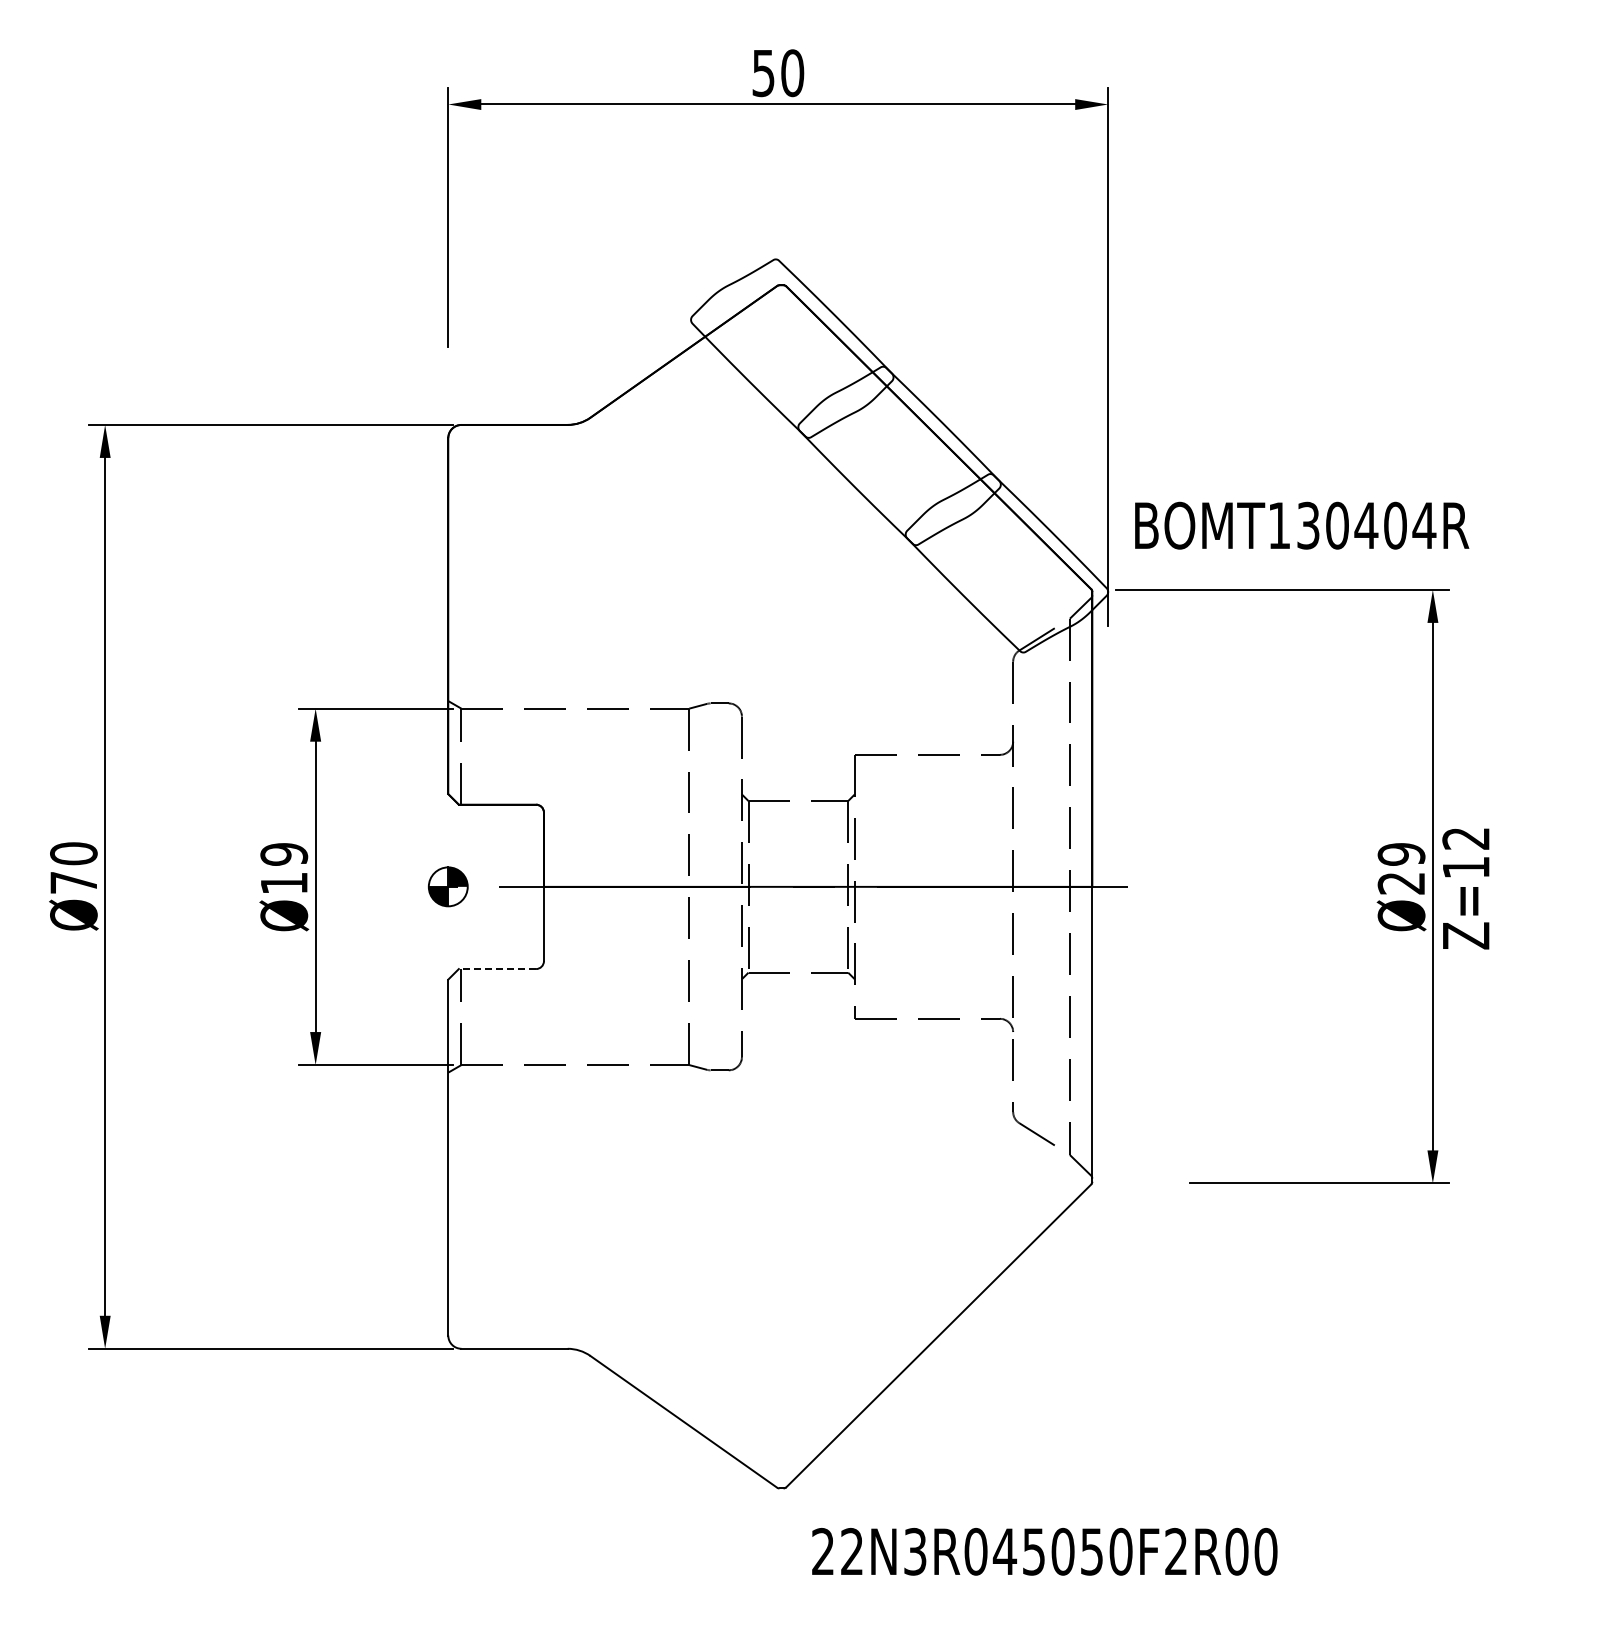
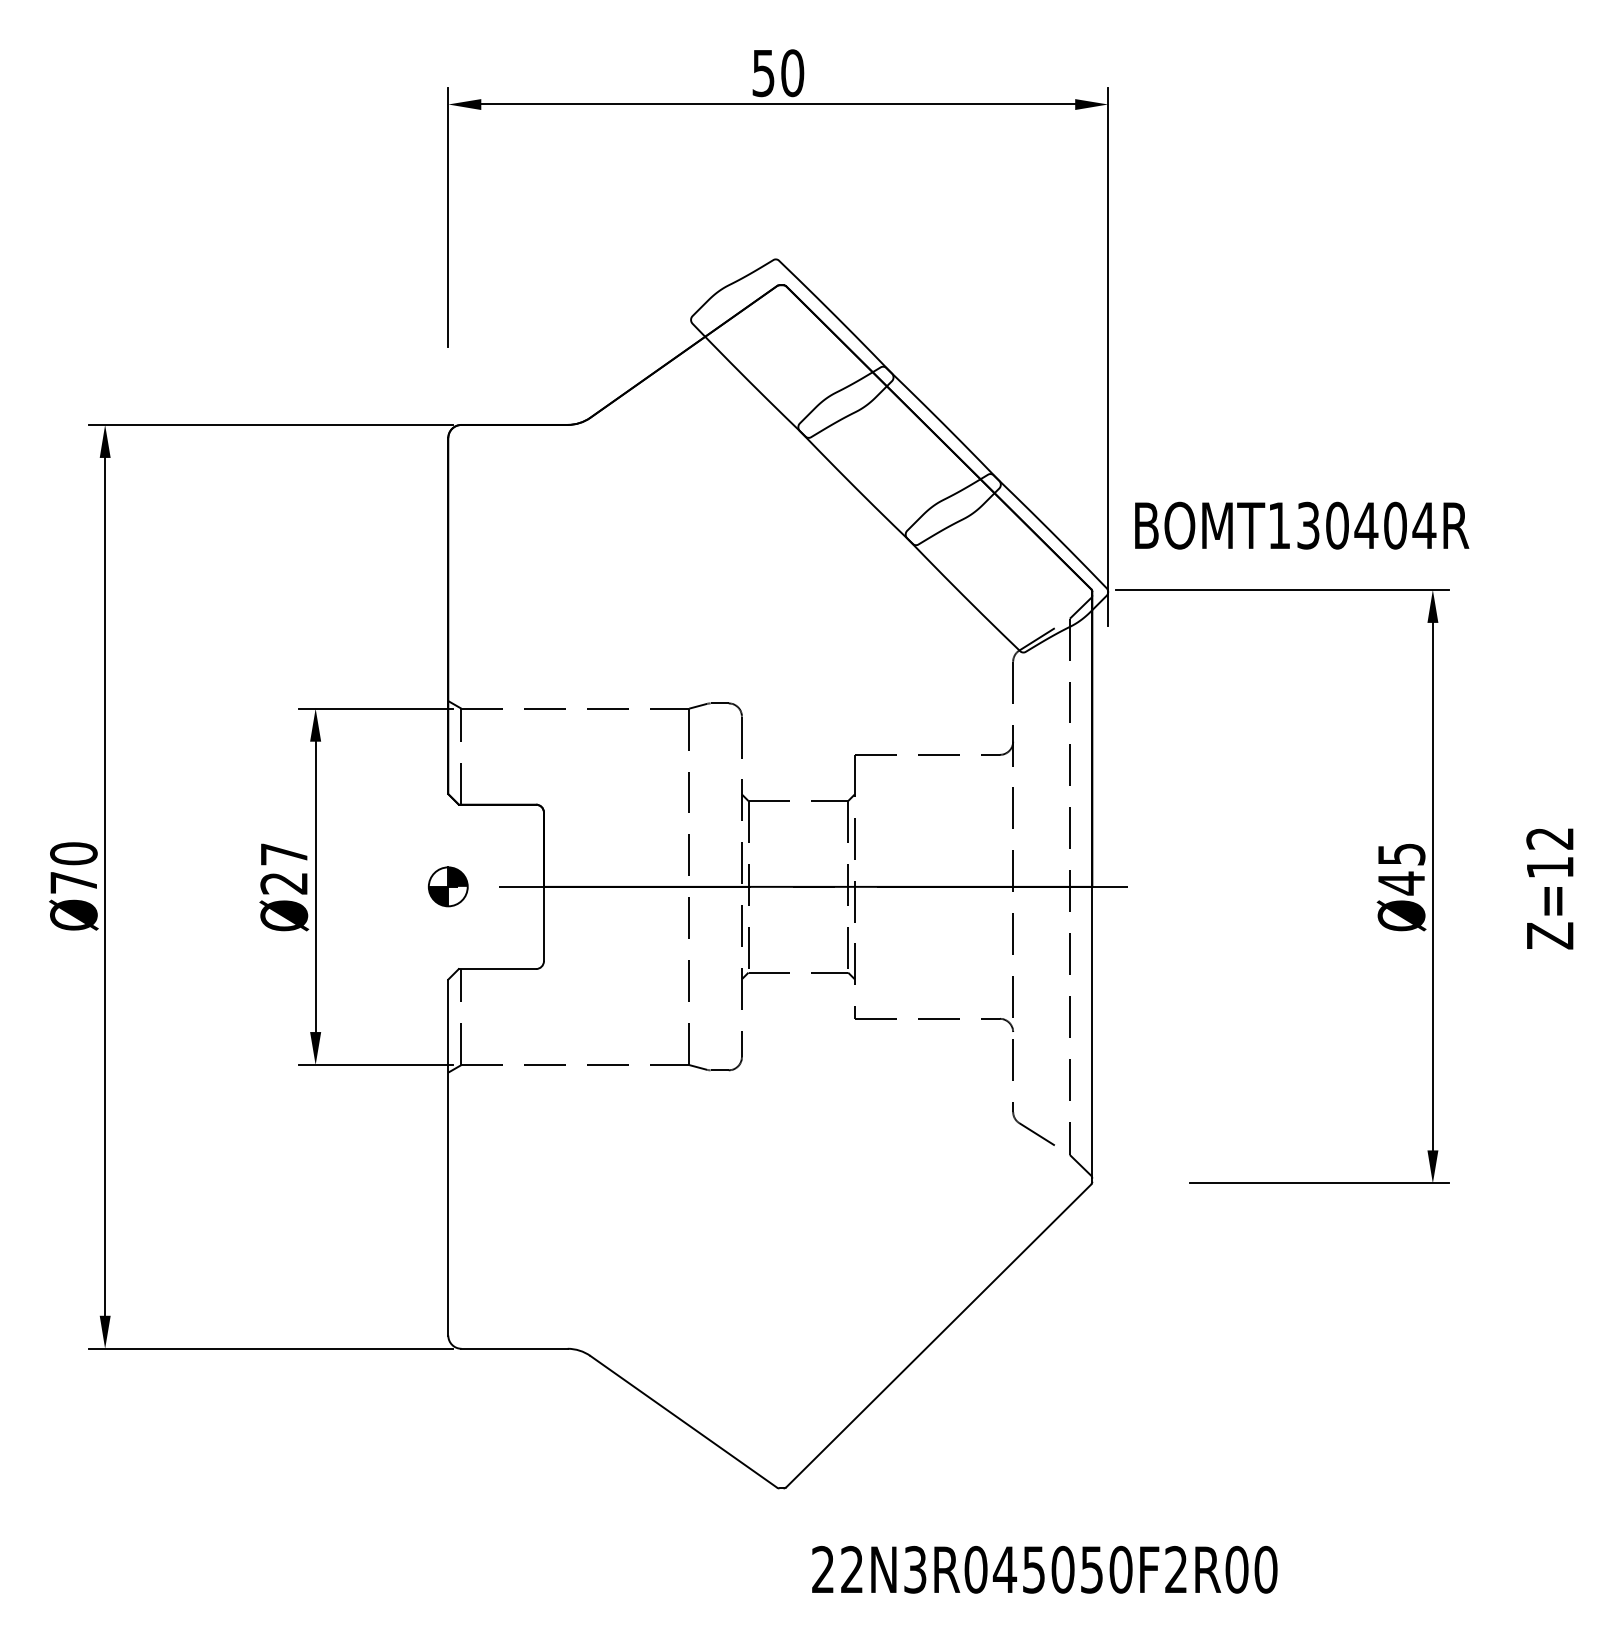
text at (284, 868): Ø19 -> Ø27
text at (1401, 869): Ø29 -> Ø45
text at (1465, 888) position: (1465, 888) -> (1549, 888)
line at (497, 969): dashed -> solid
text at (1044, 1551) position: (1044, 1551) -> (1044, 1569)
